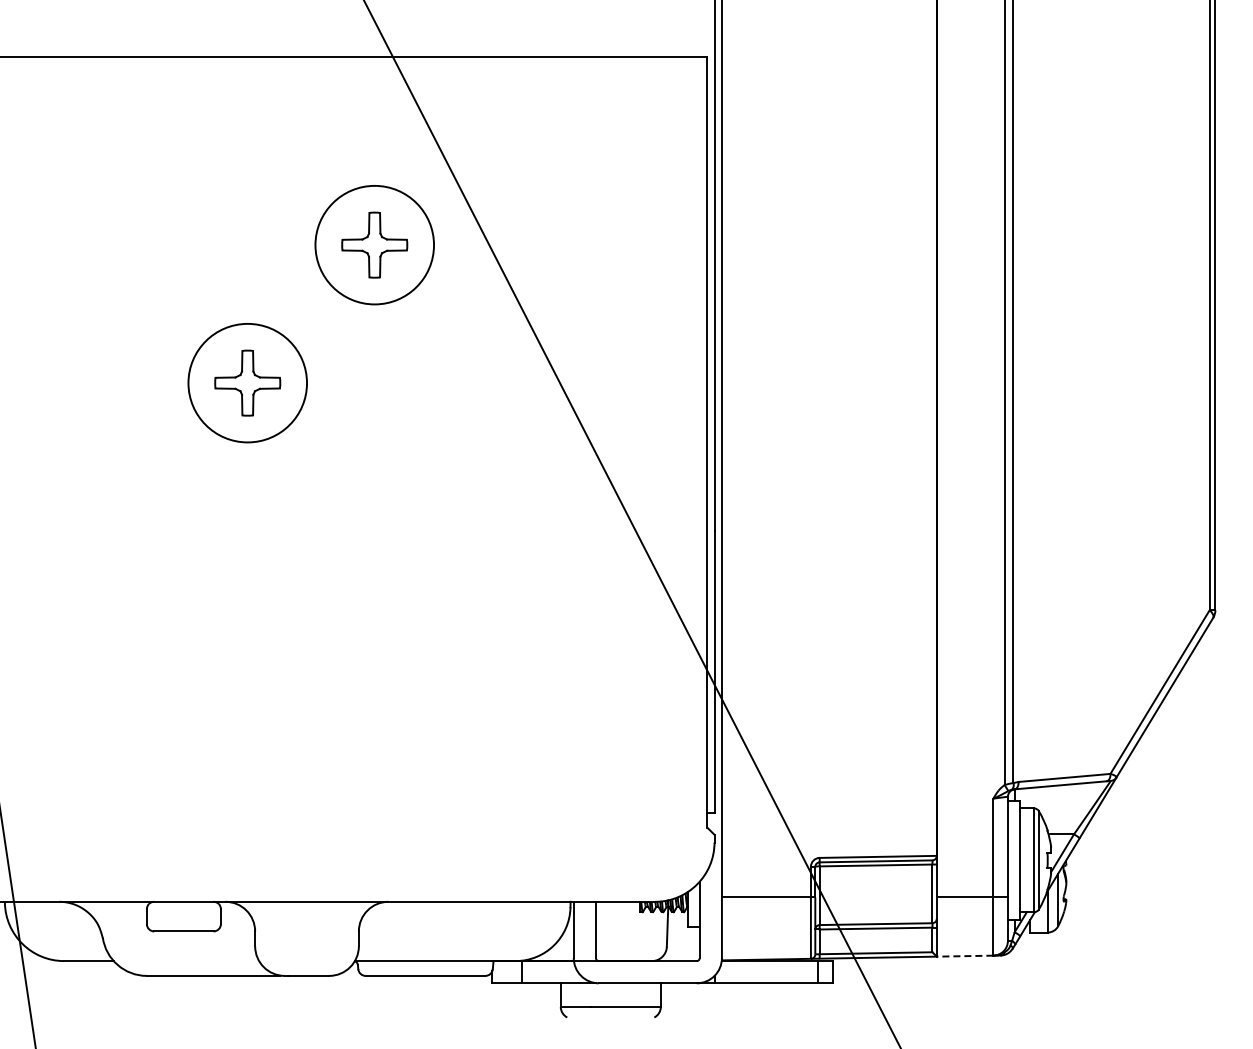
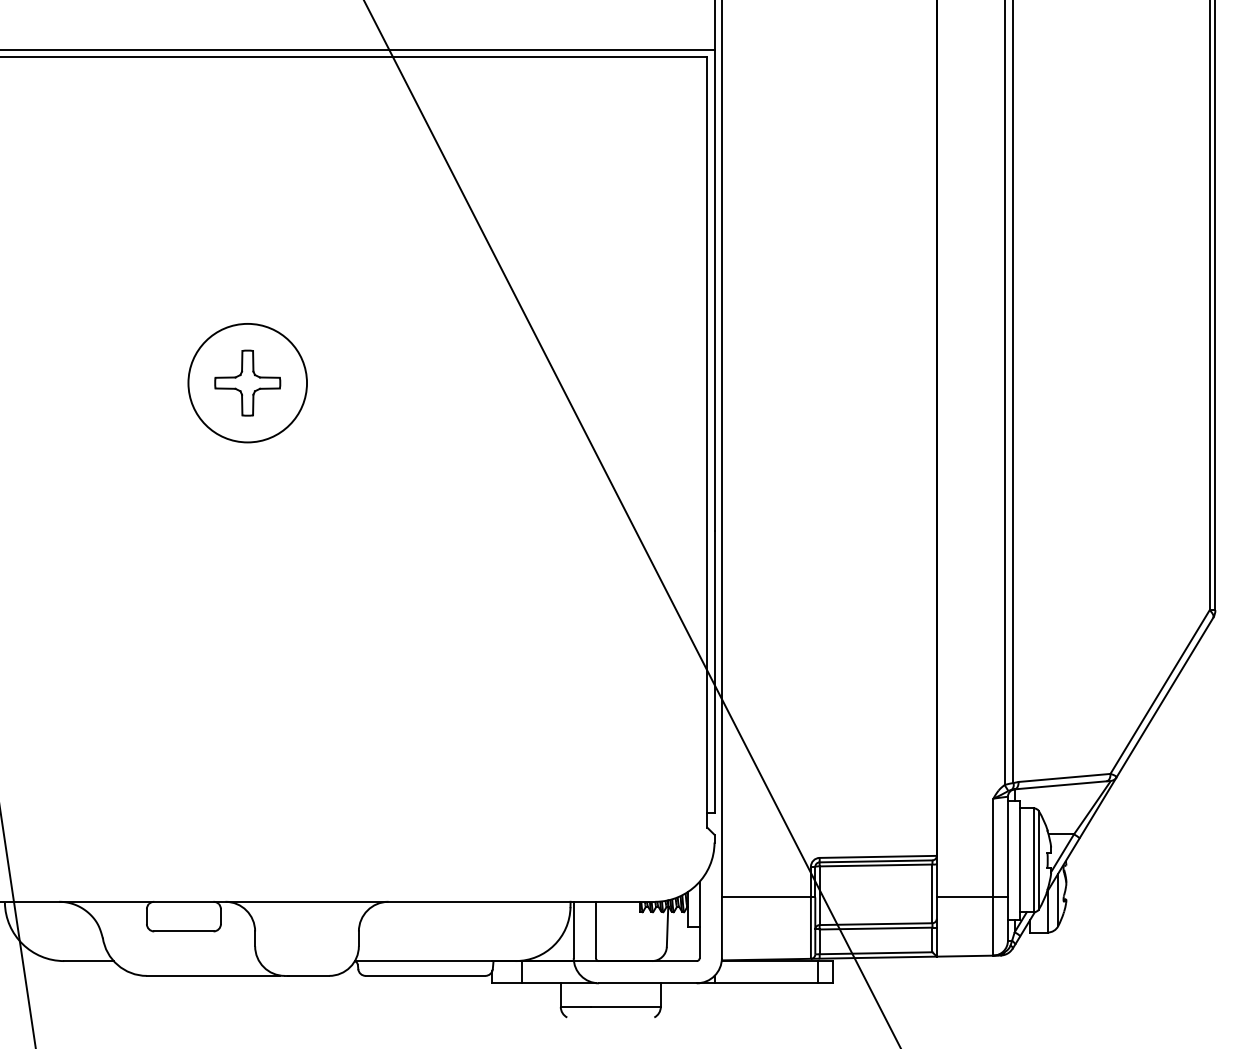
line at (358, 49): none -> present
part at (374, 245): present -> none
line at (964, 956): dashed -> solid
